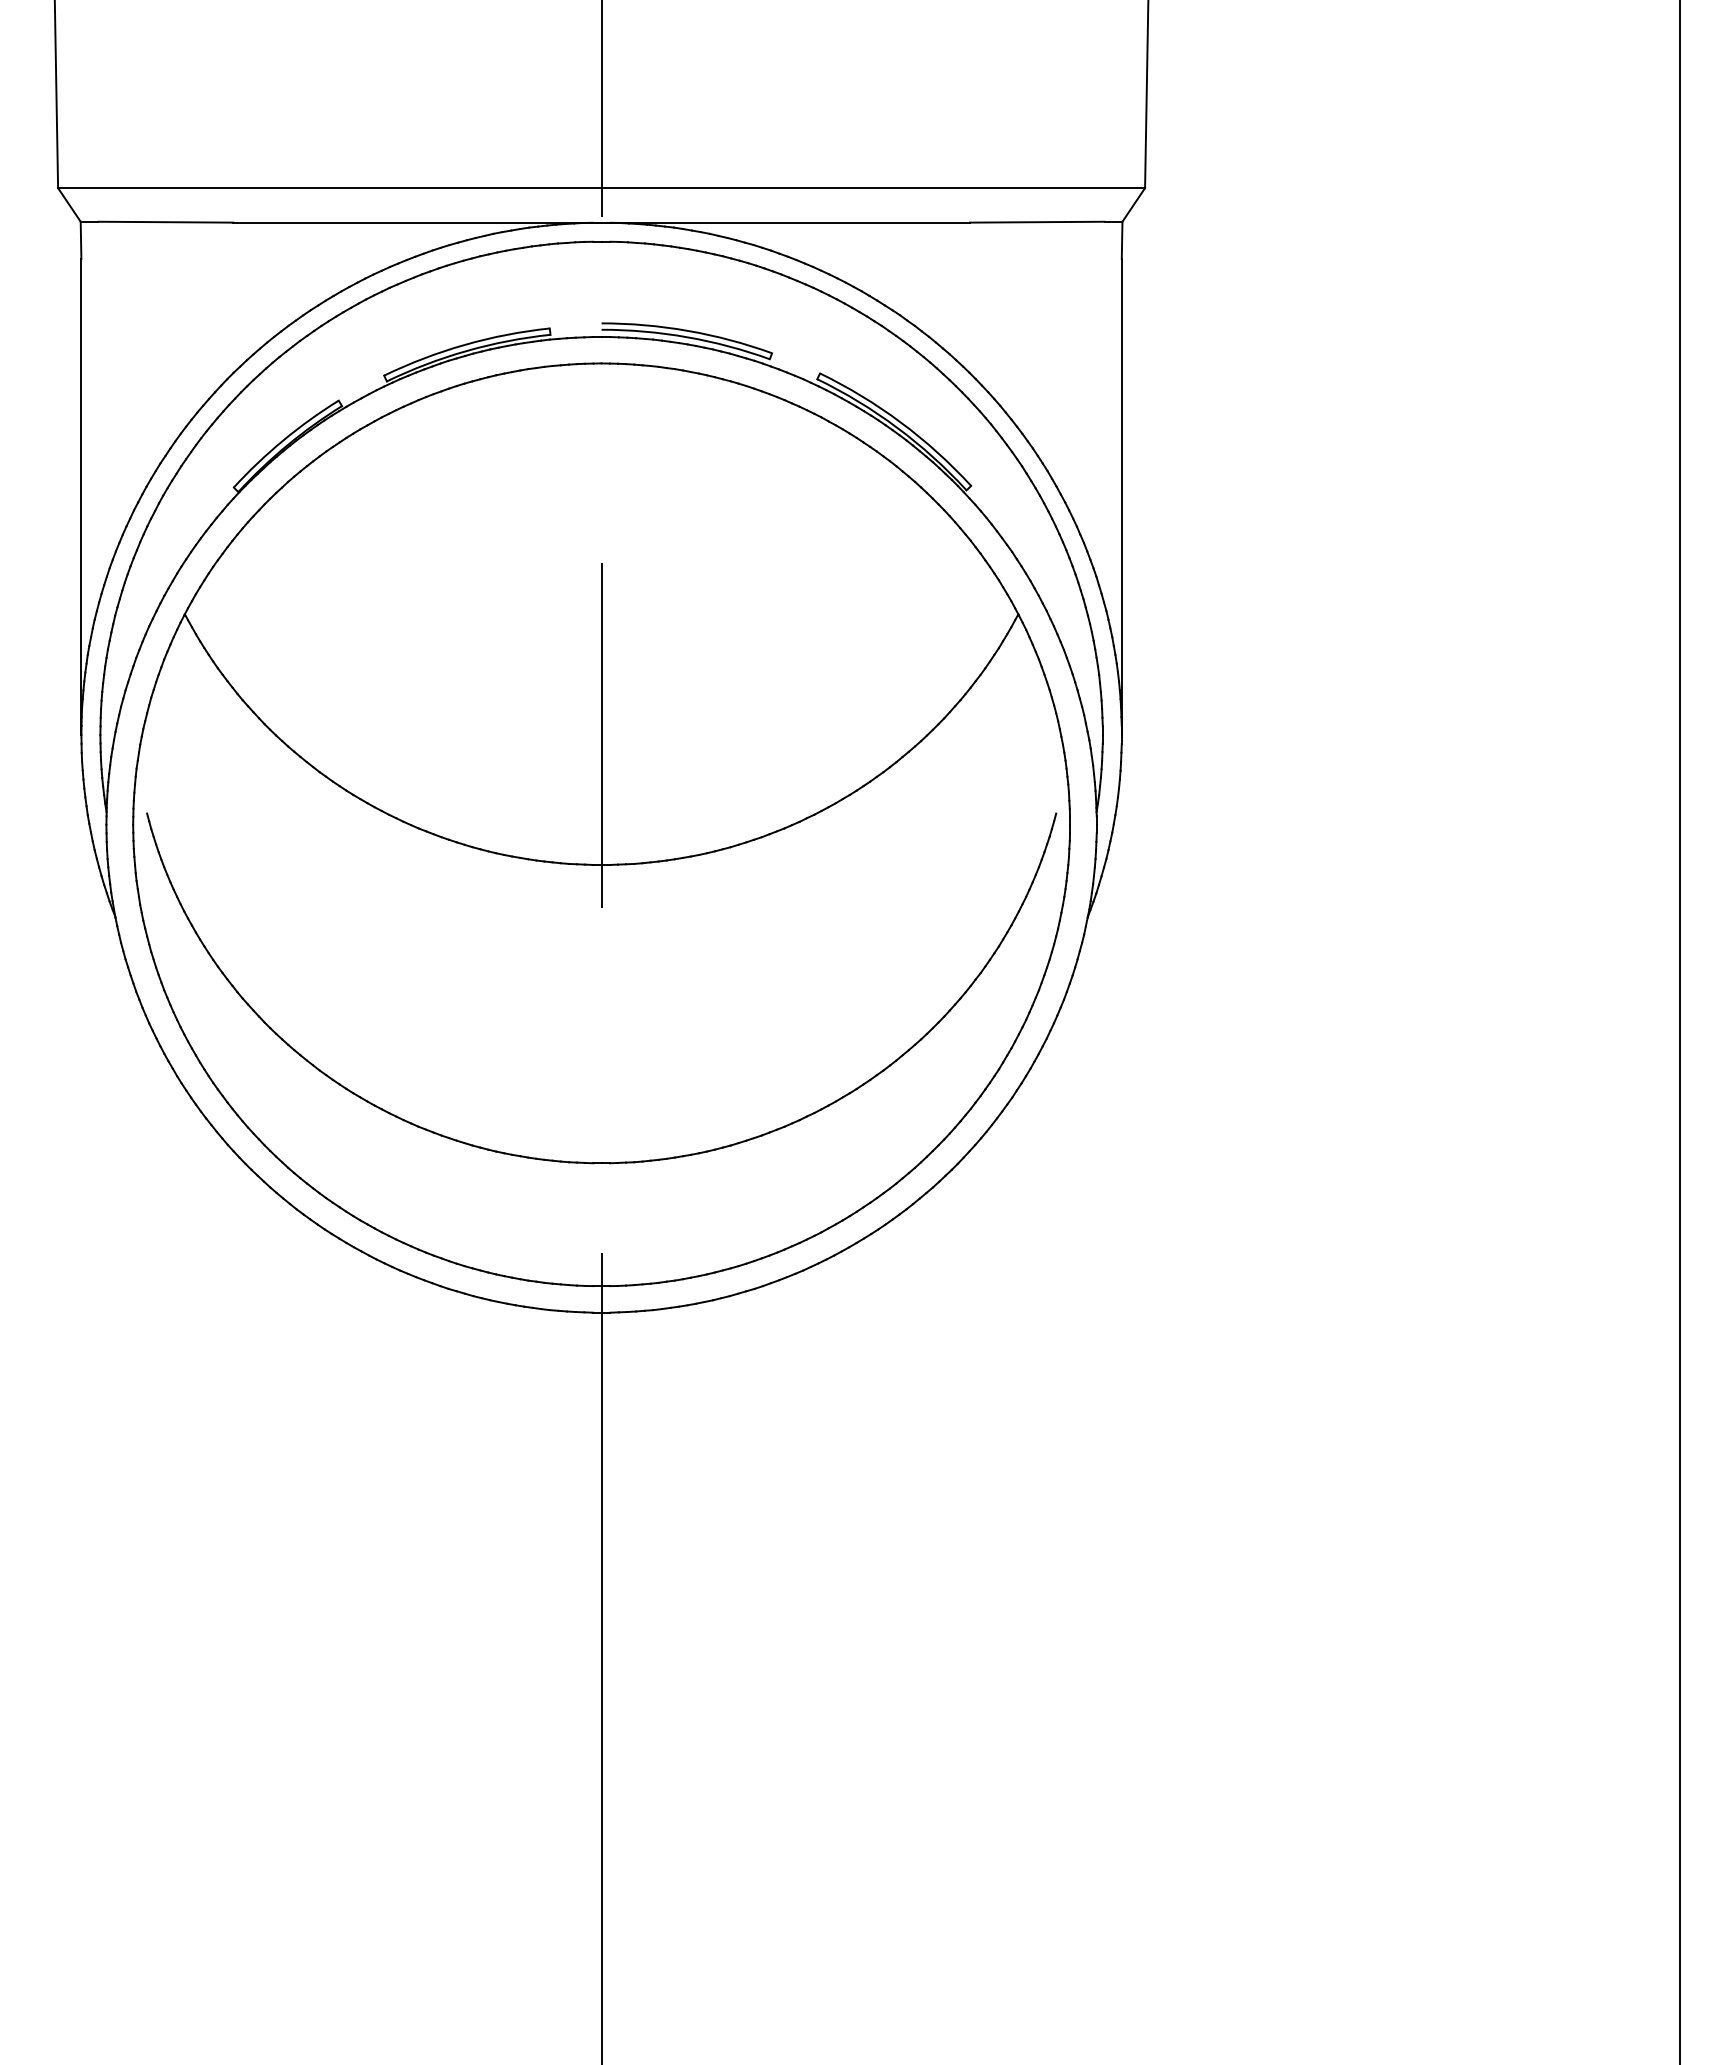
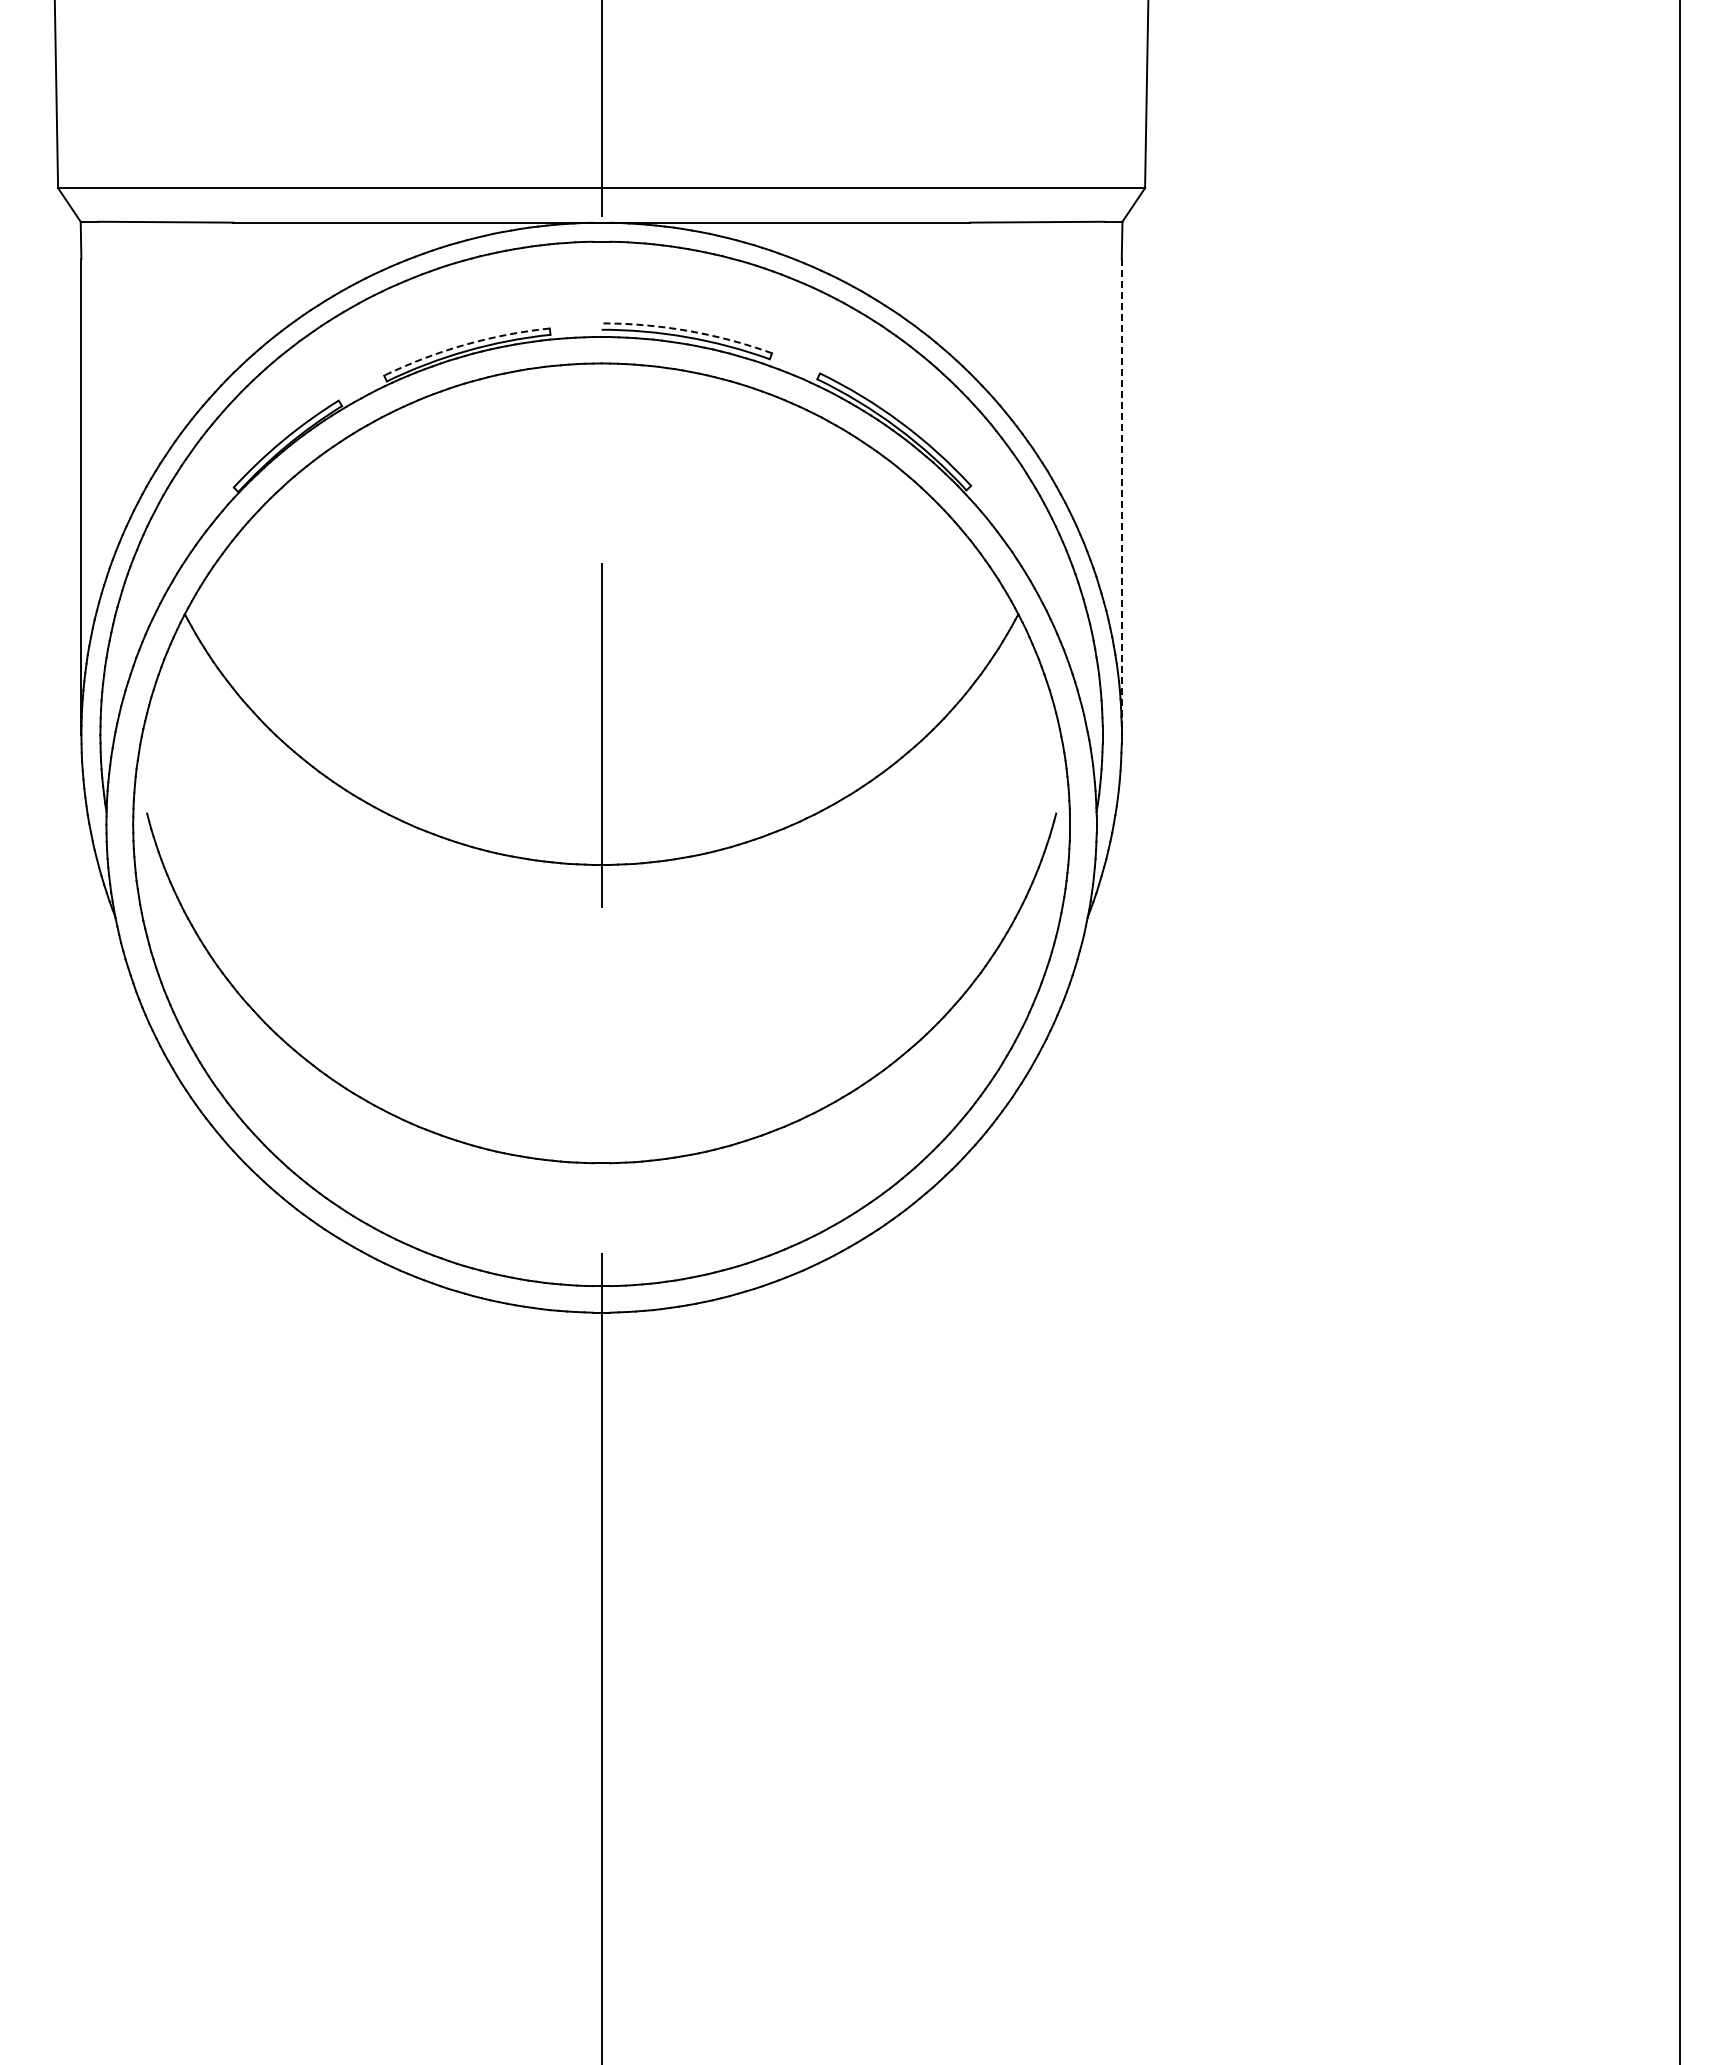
arc at (688, 330): solid -> dashed
arc at (464, 344): solid -> dashed
line at (1121, 497): solid -> dashed
